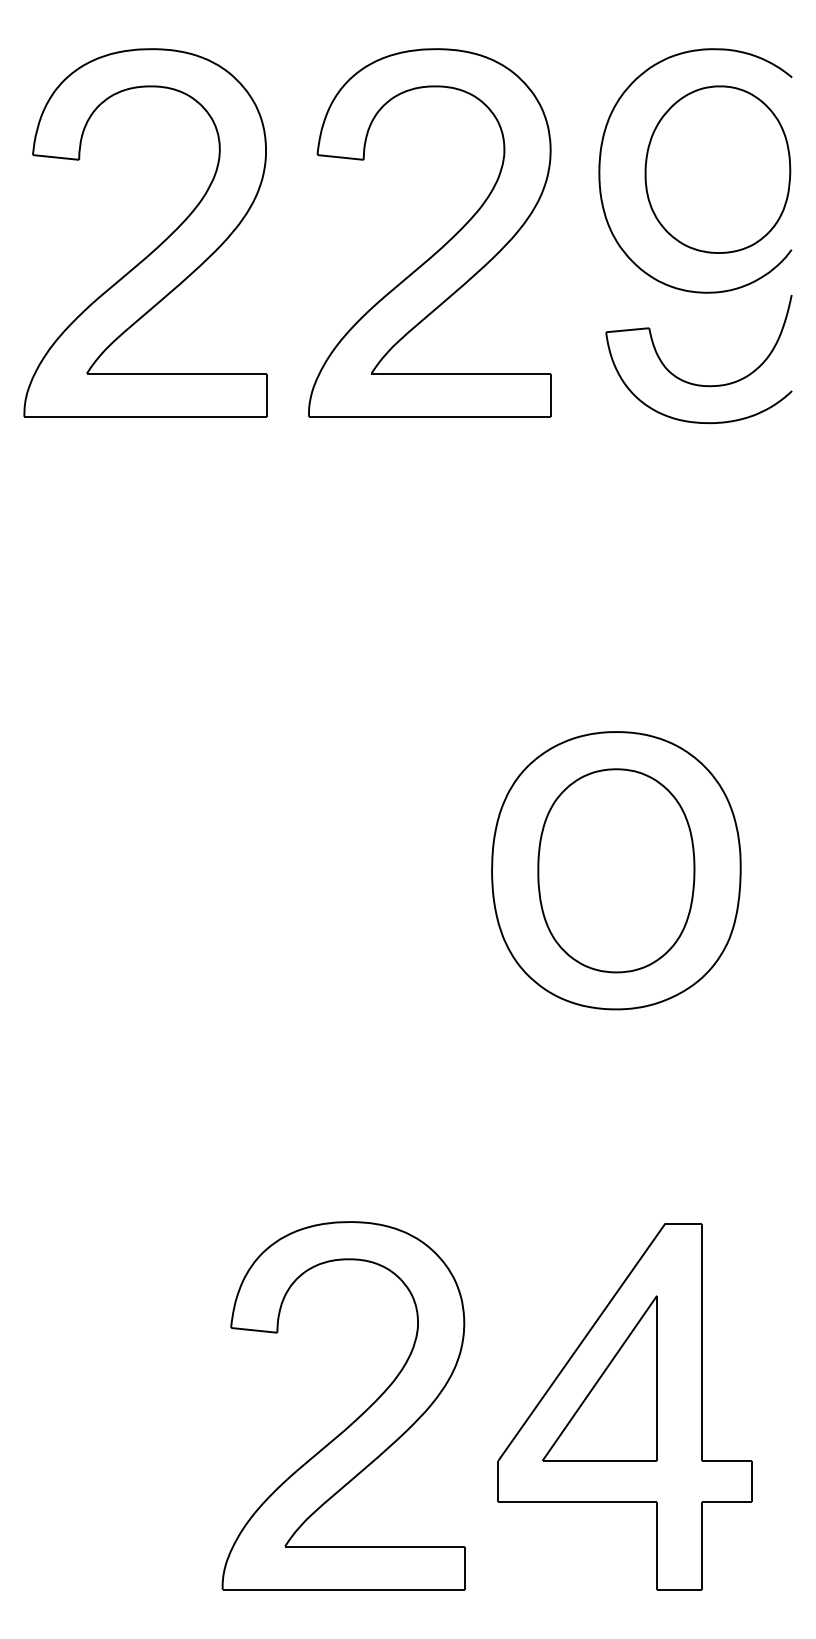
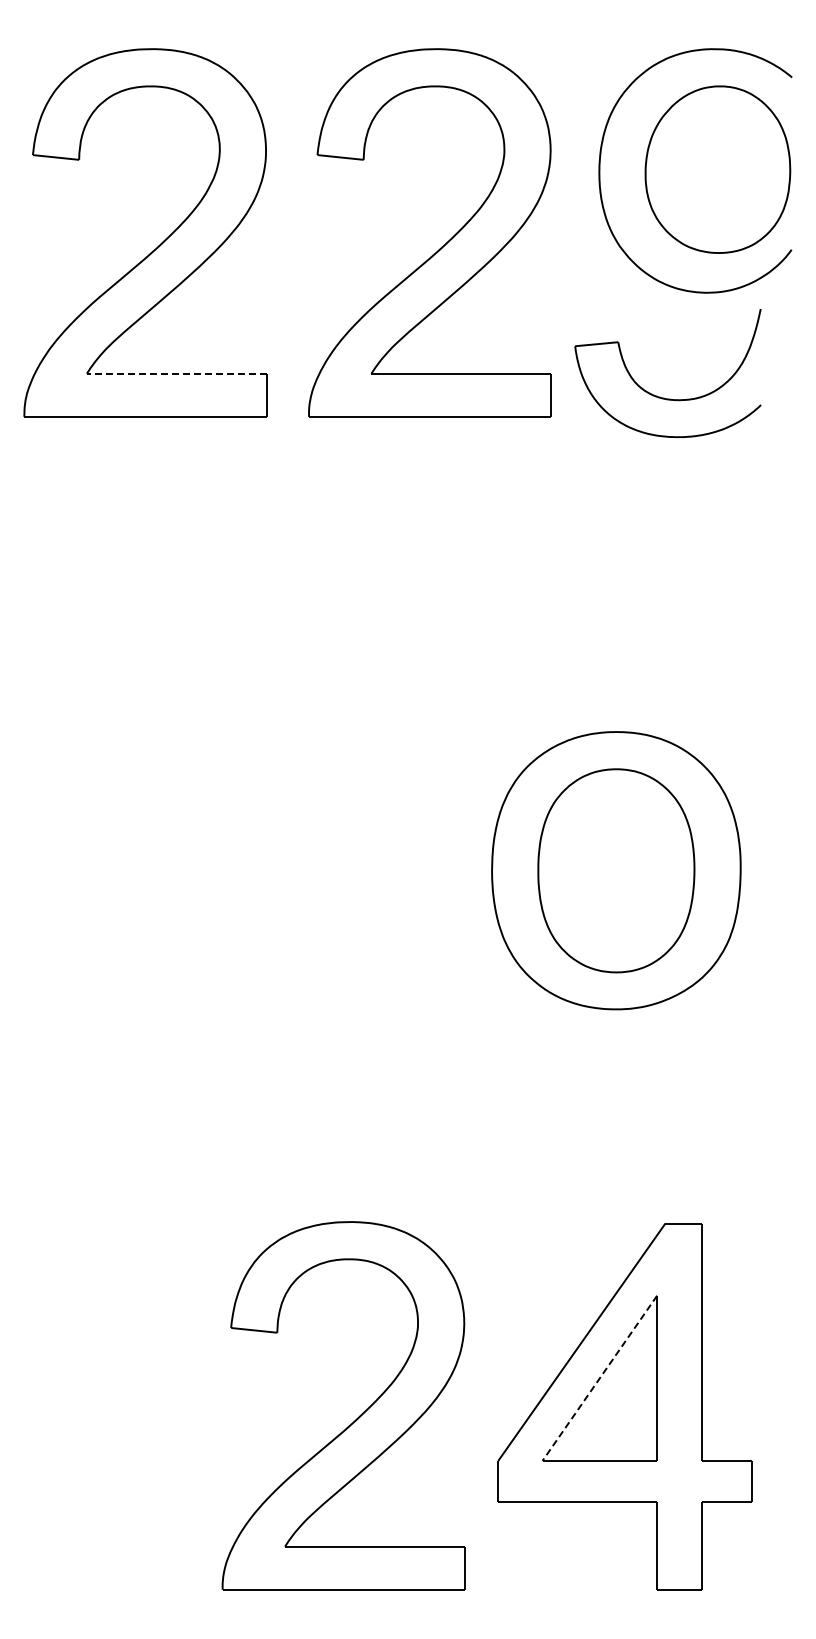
line at (176, 373): solid -> dashed
part at (691, 382) position: (691, 382) -> (660, 396)
line at (599, 1378): solid -> dashed
